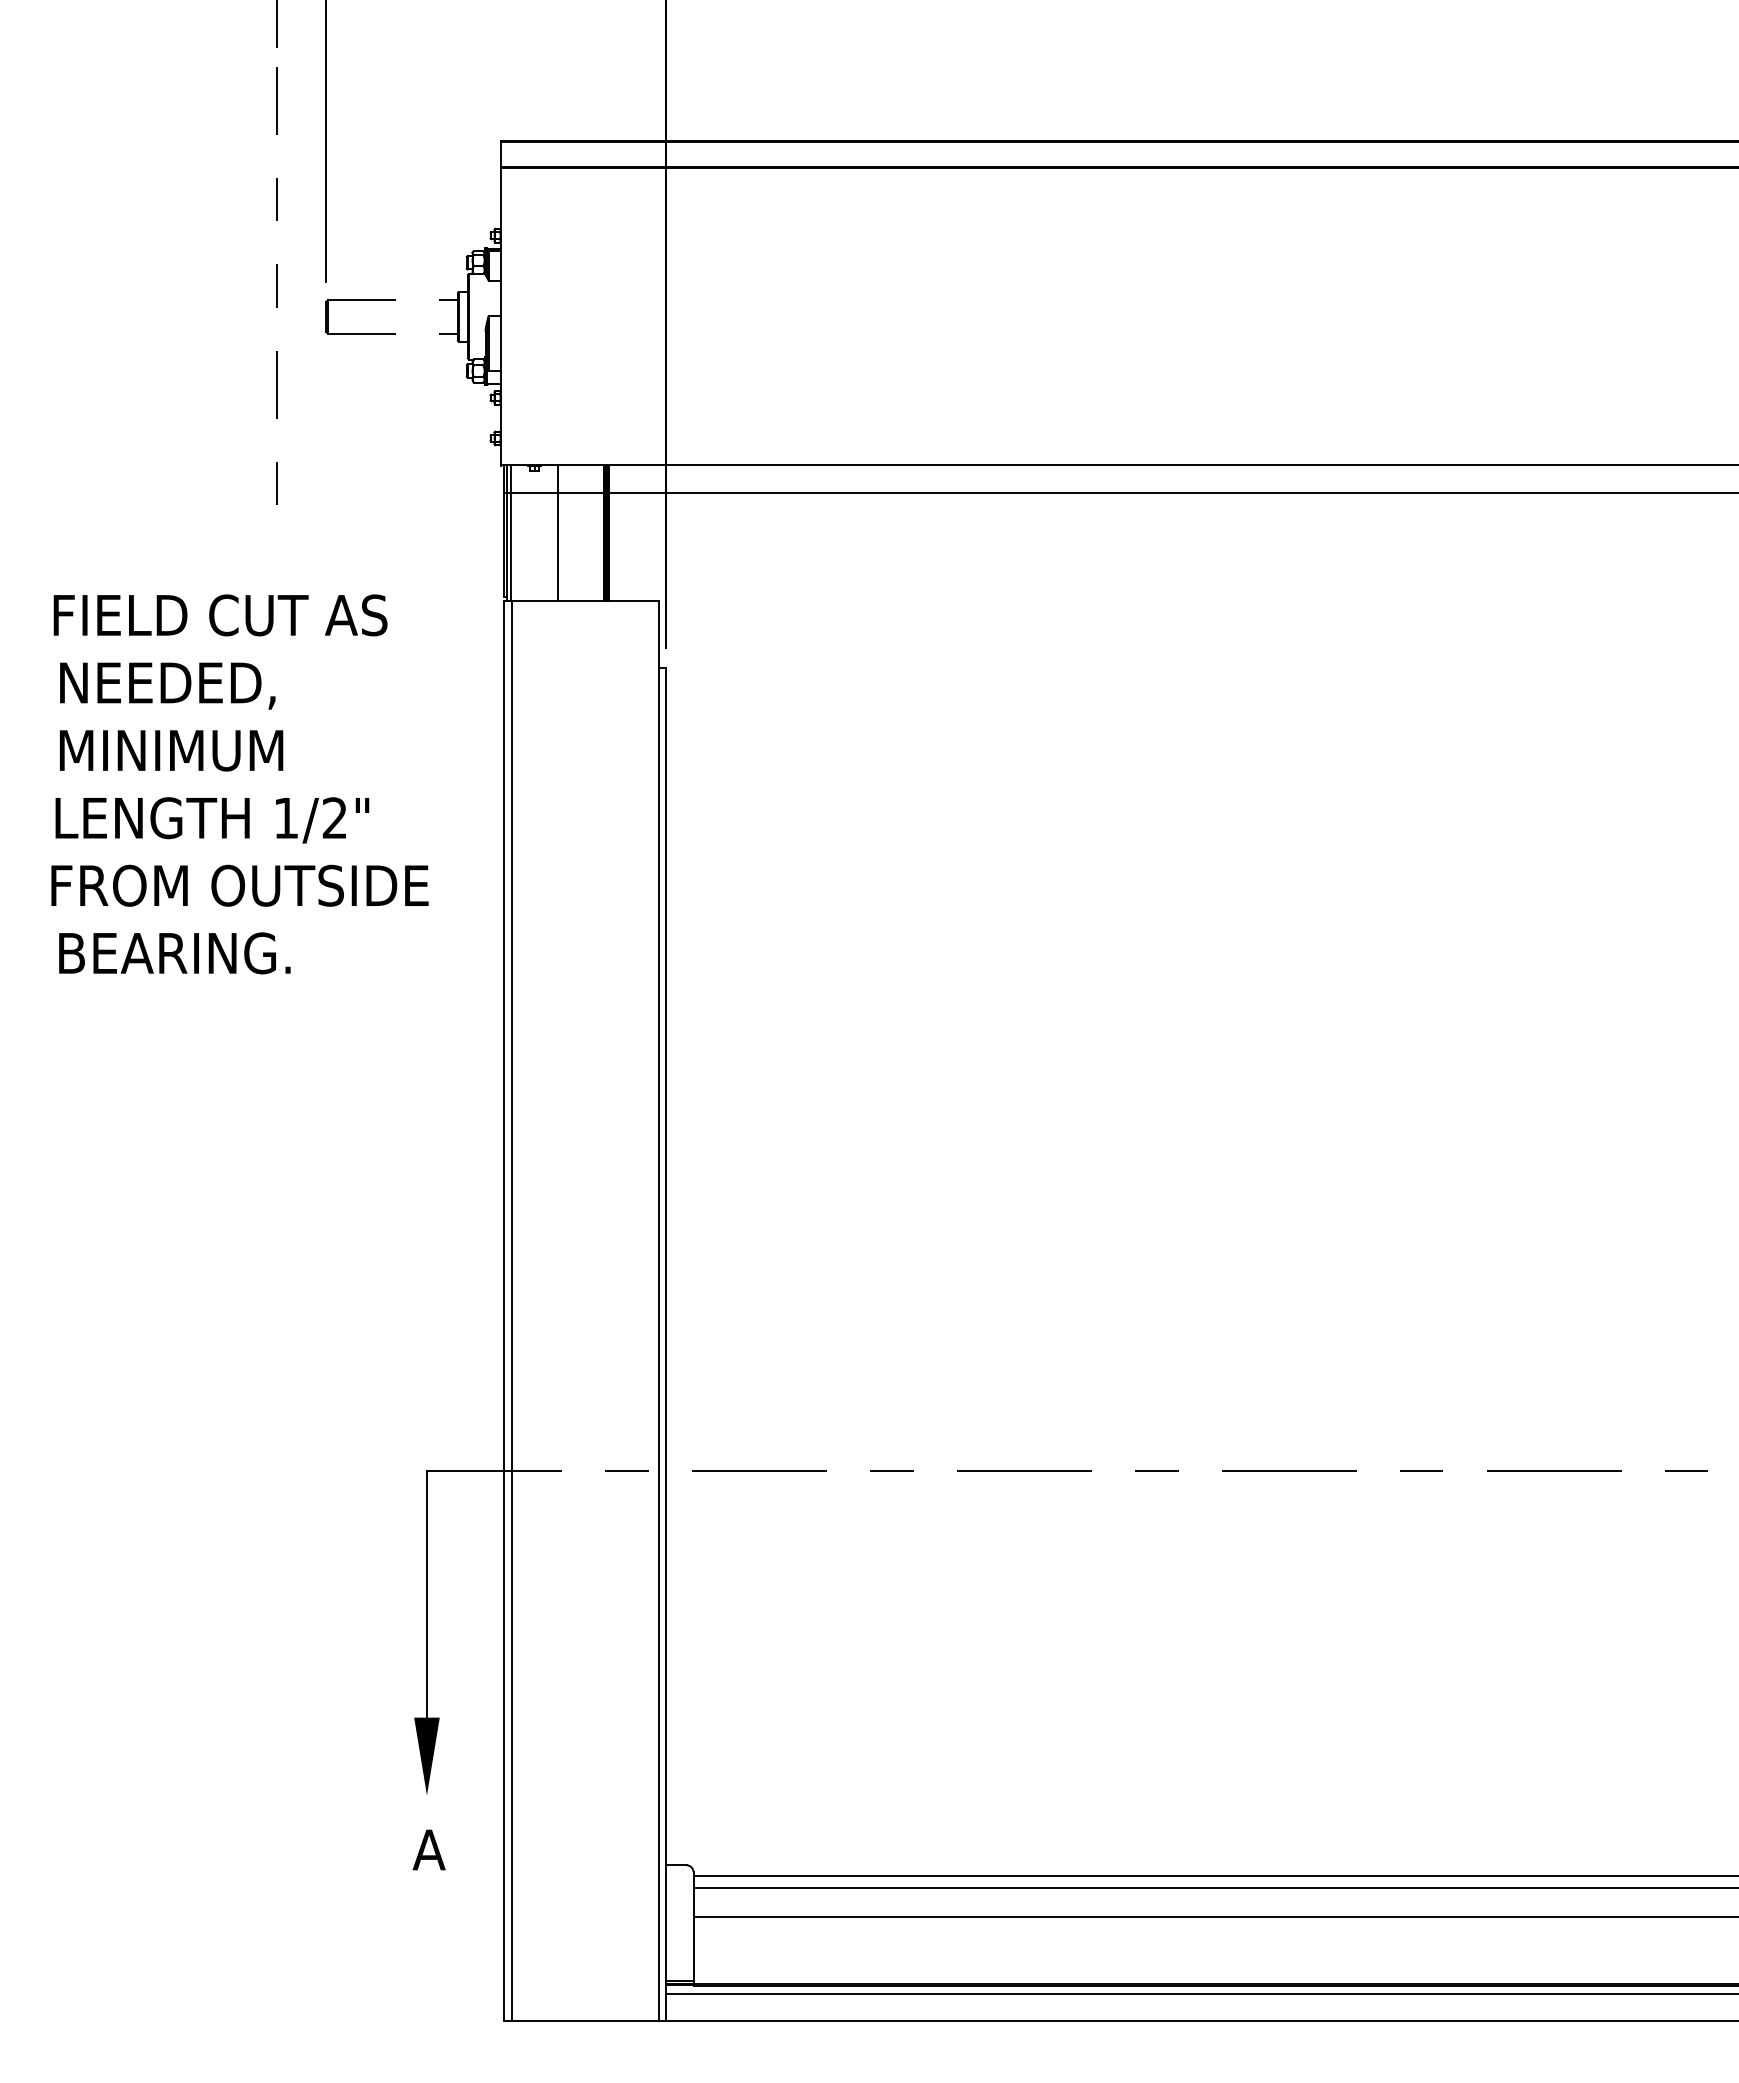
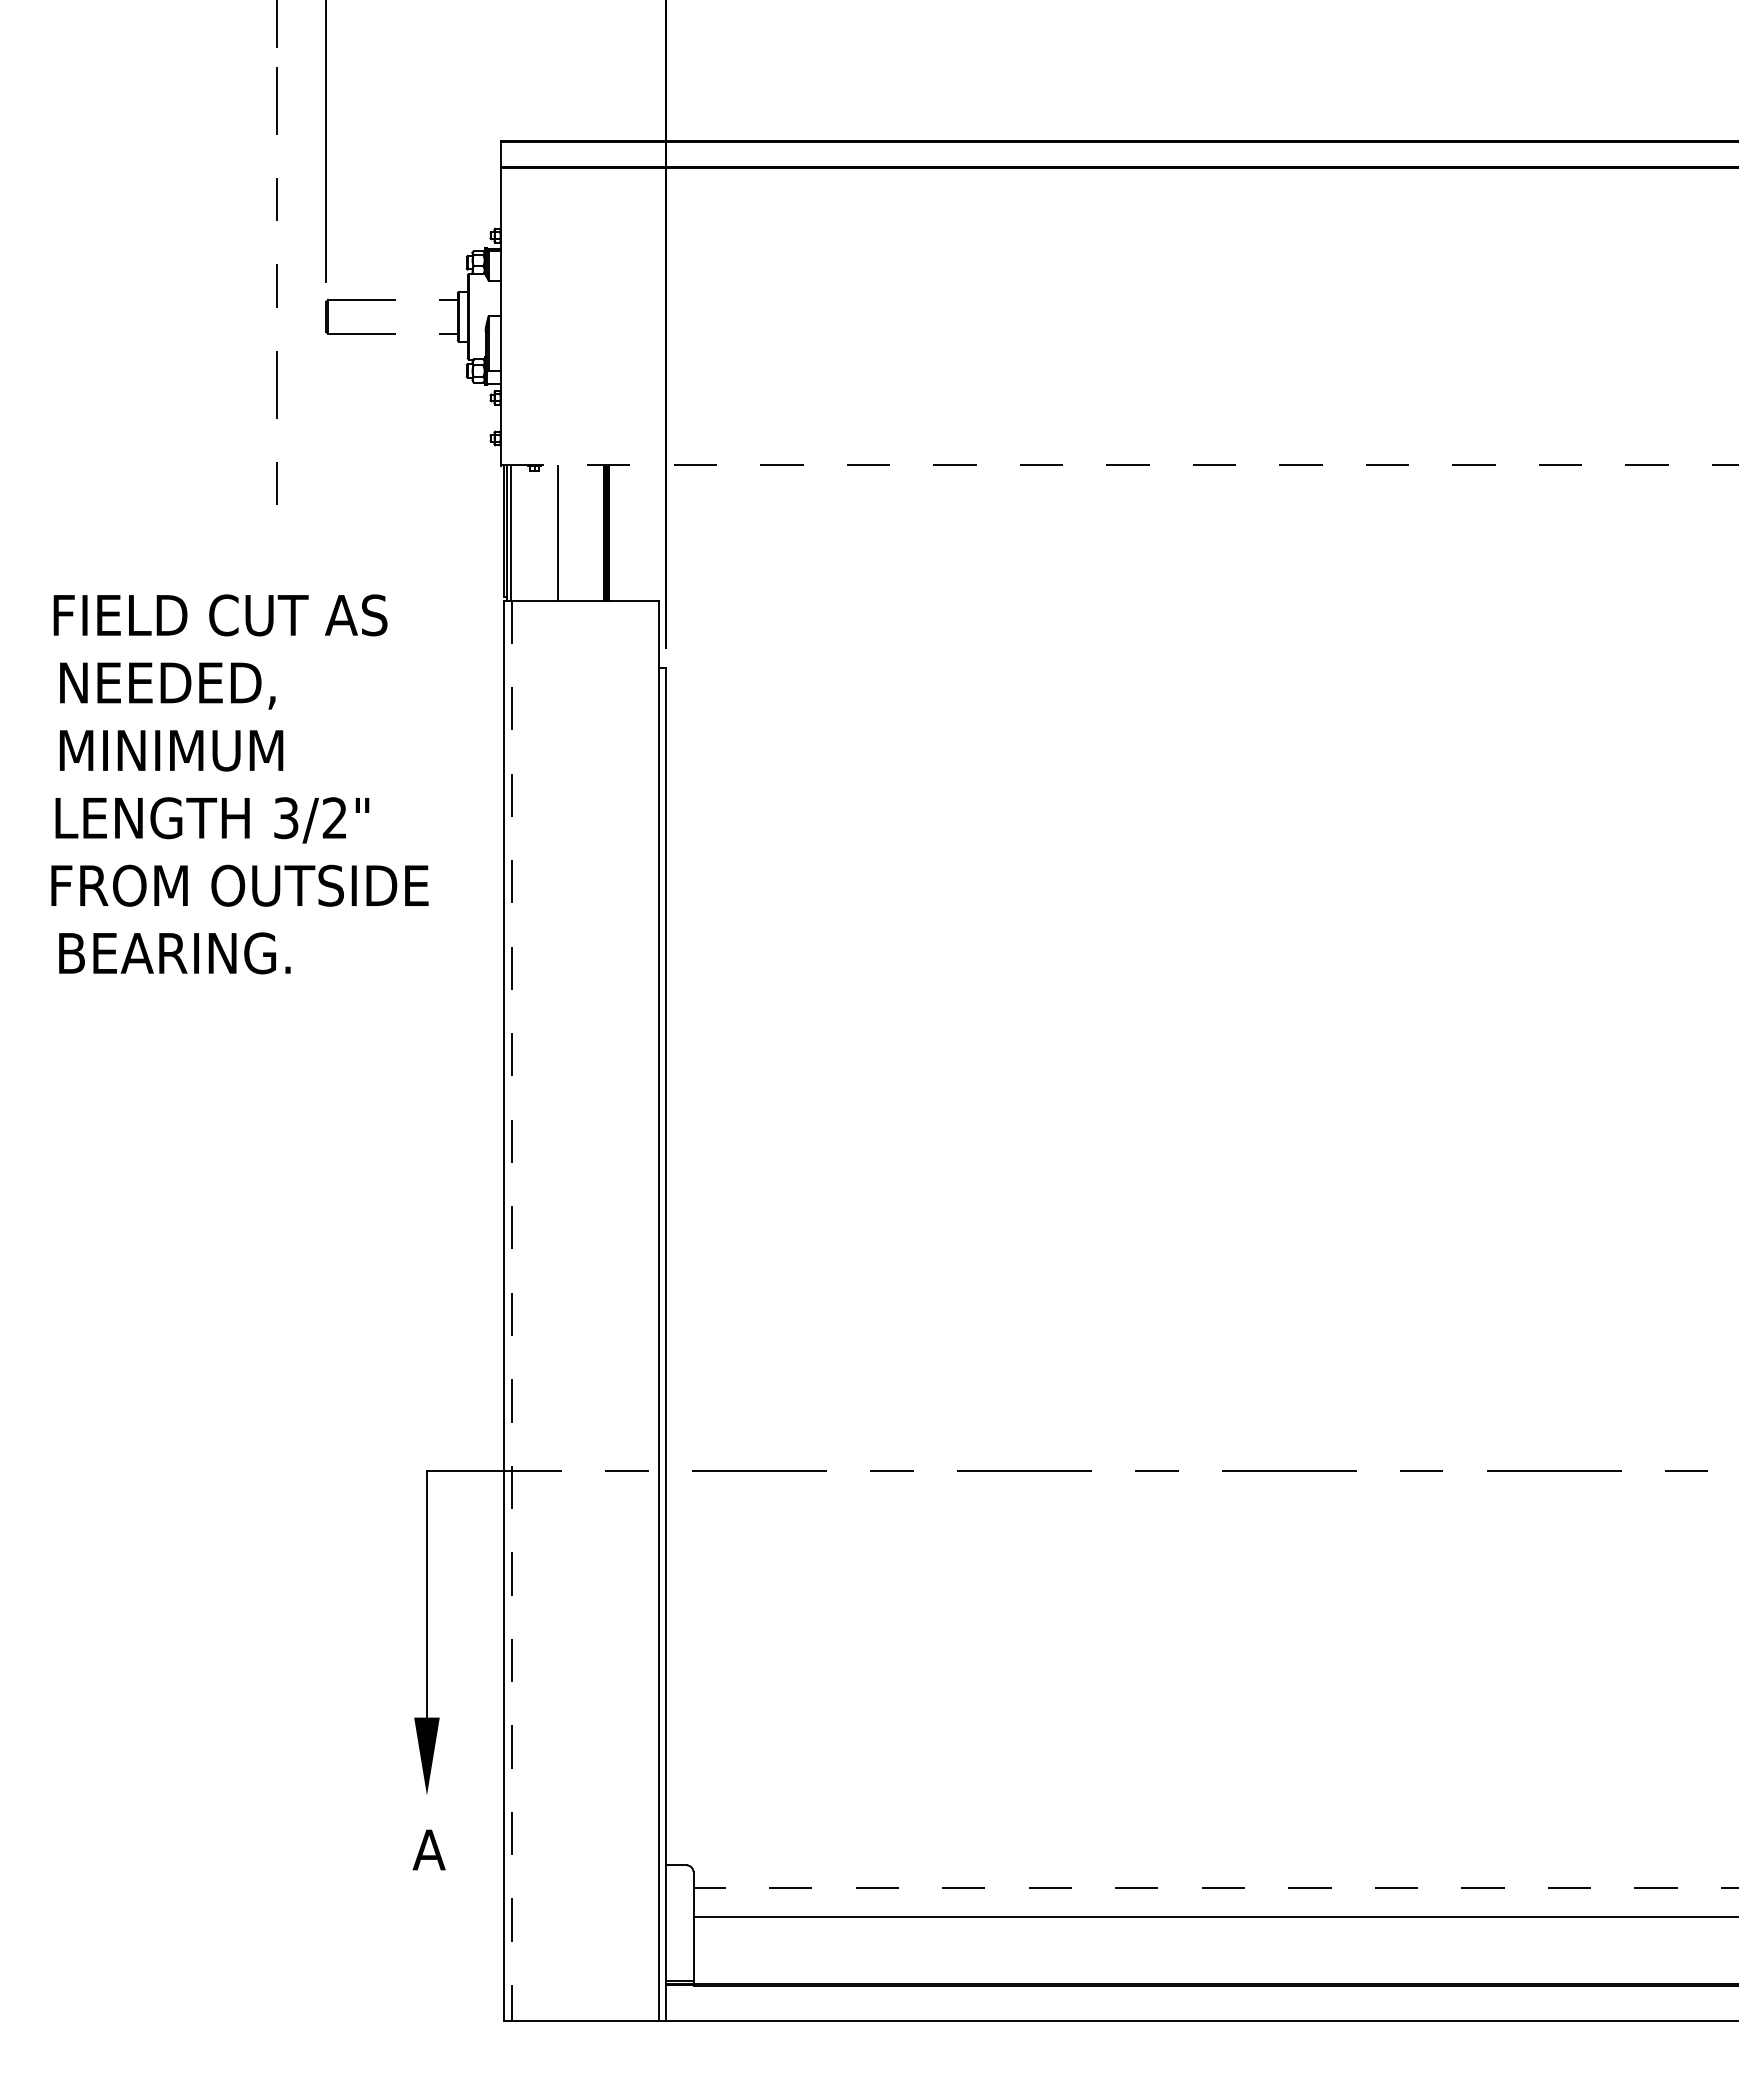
line at (1119, 465): solid -> dashed
line at (1119, 493): present -> none
text at (286, 818): 1/2" -> 3/2"
line at (511, 1310): solid -> dashed
line at (1214, 1875): present -> none
line at (1215, 1888): solid -> dashed
line at (1200, 1994): present -> none
